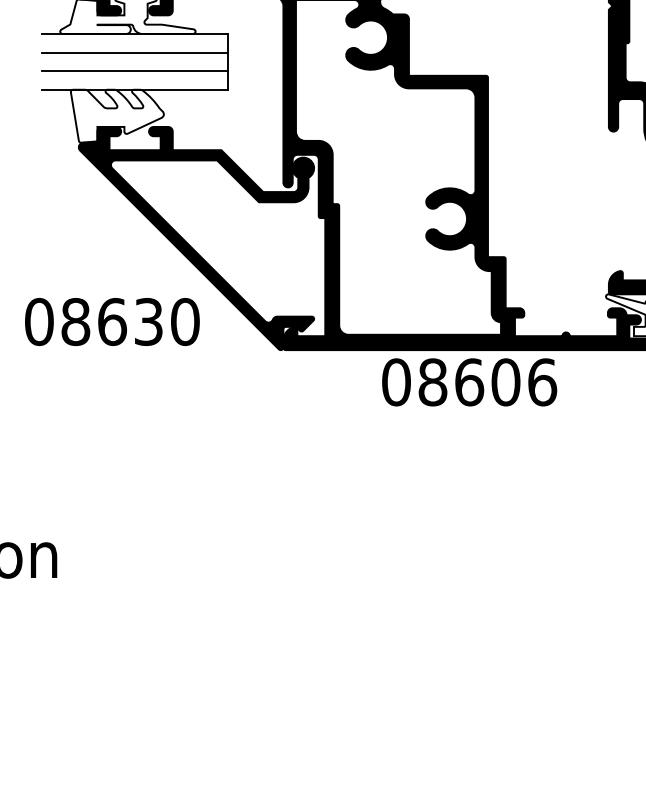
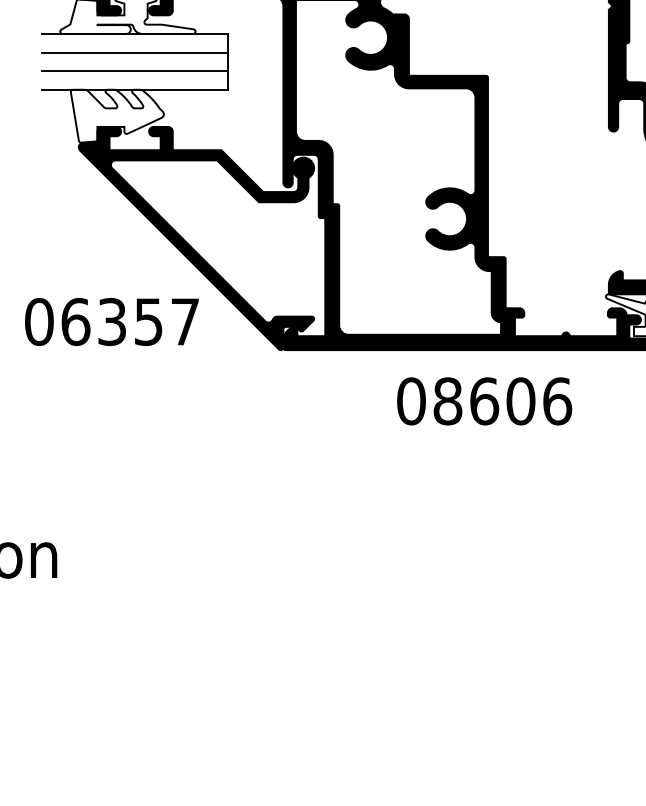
text at (130, 321): 08630 -> 06357
text at (469, 382) position: (469, 382) -> (484, 401)
